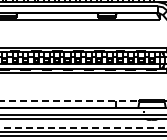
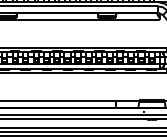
line at (70, 101): dashed -> solid
line at (83, 127): dashed -> solid
